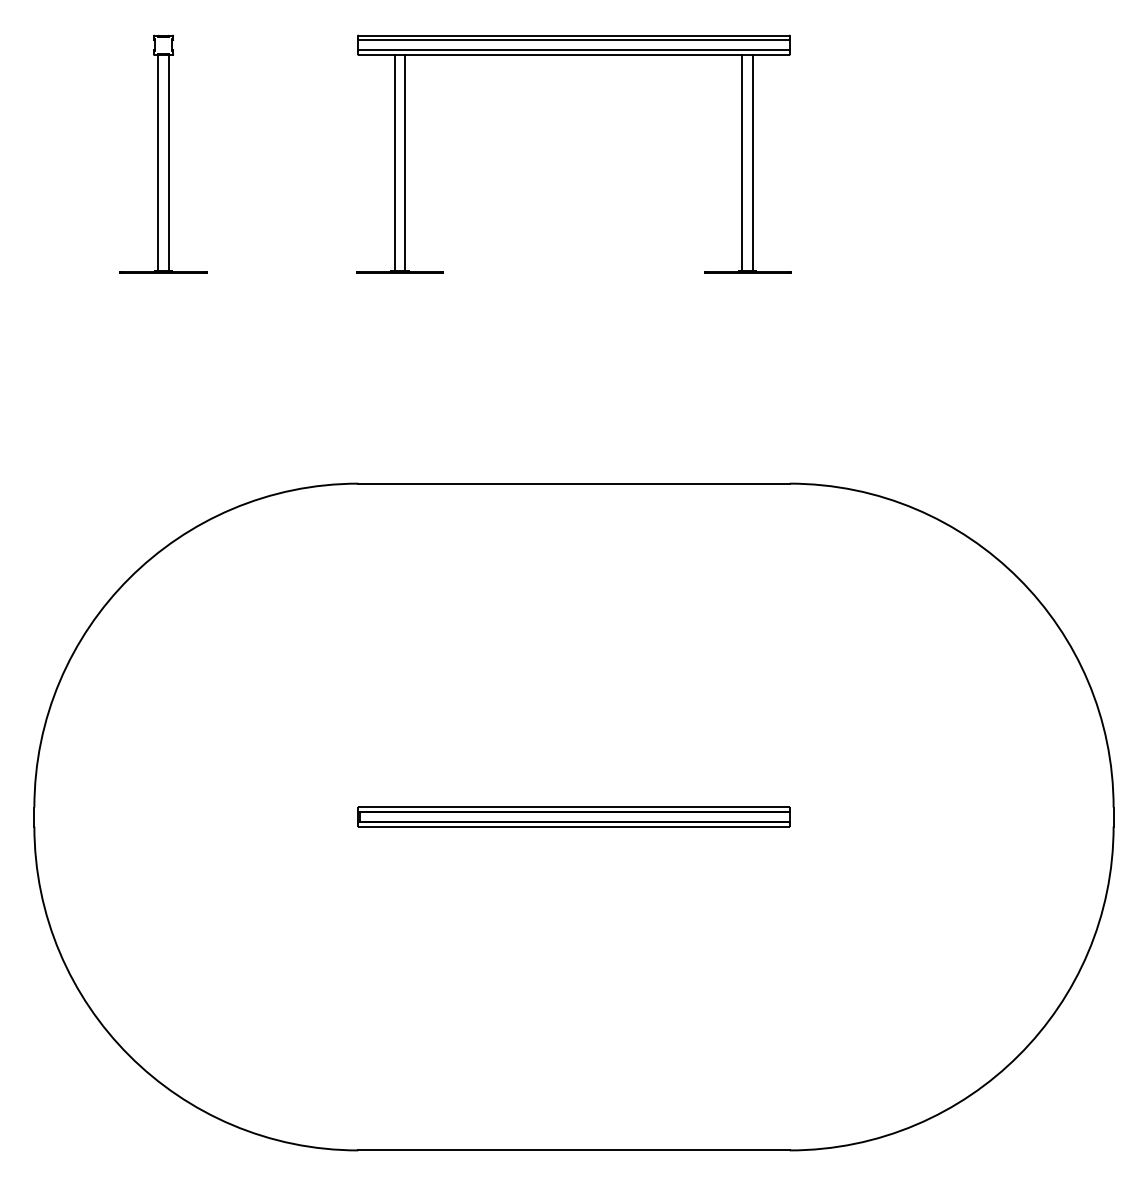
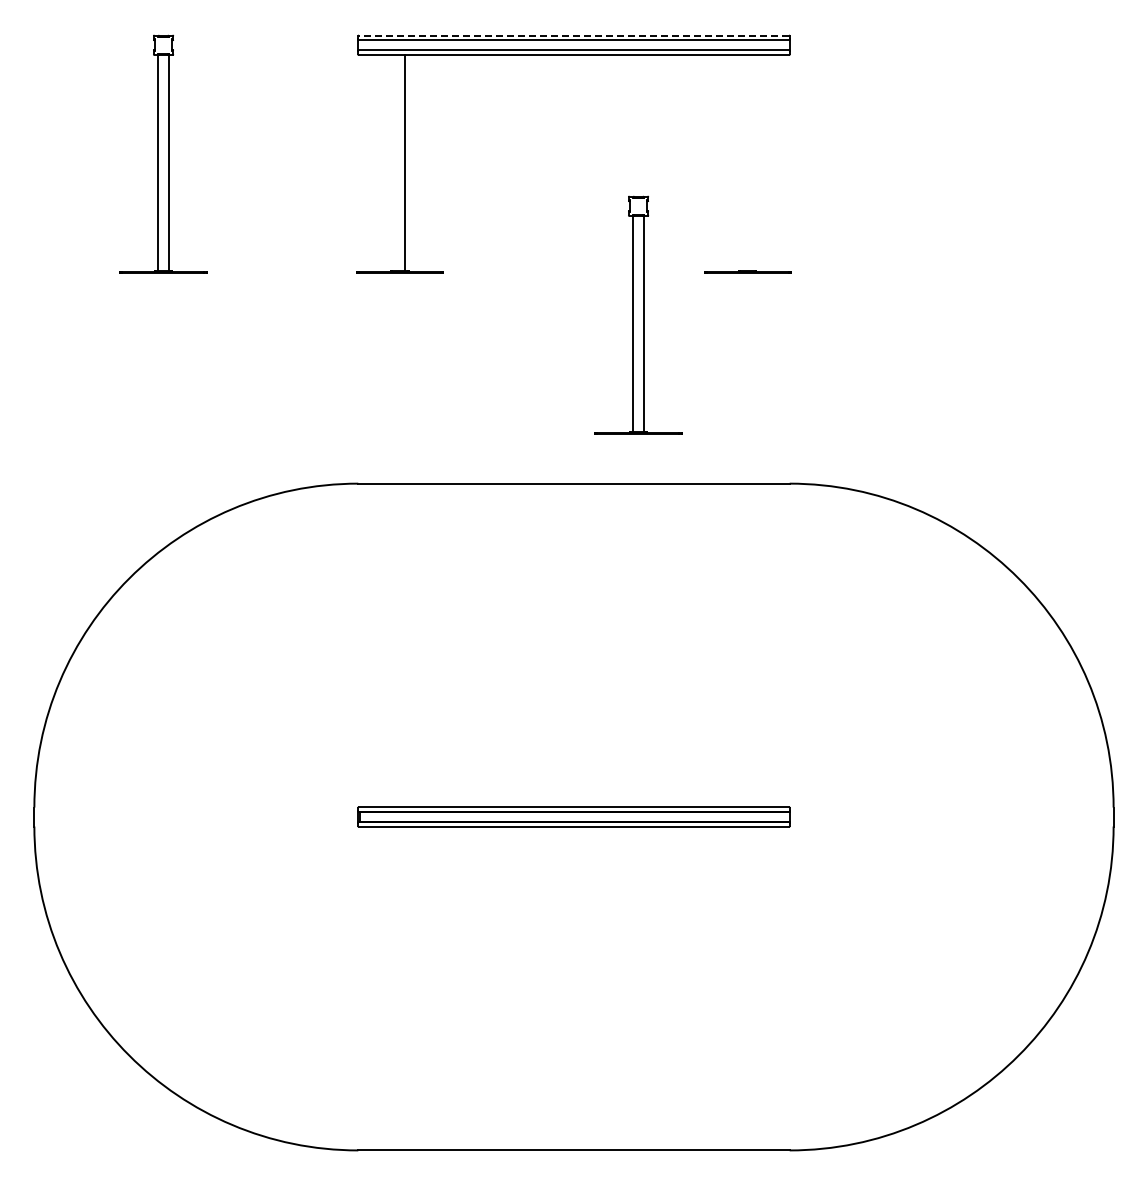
line at (573, 35): solid -> dashed
line at (394, 163): present -> none
line at (742, 163): present -> none
line at (752, 163): present -> none
part at (638, 314): none -> present
